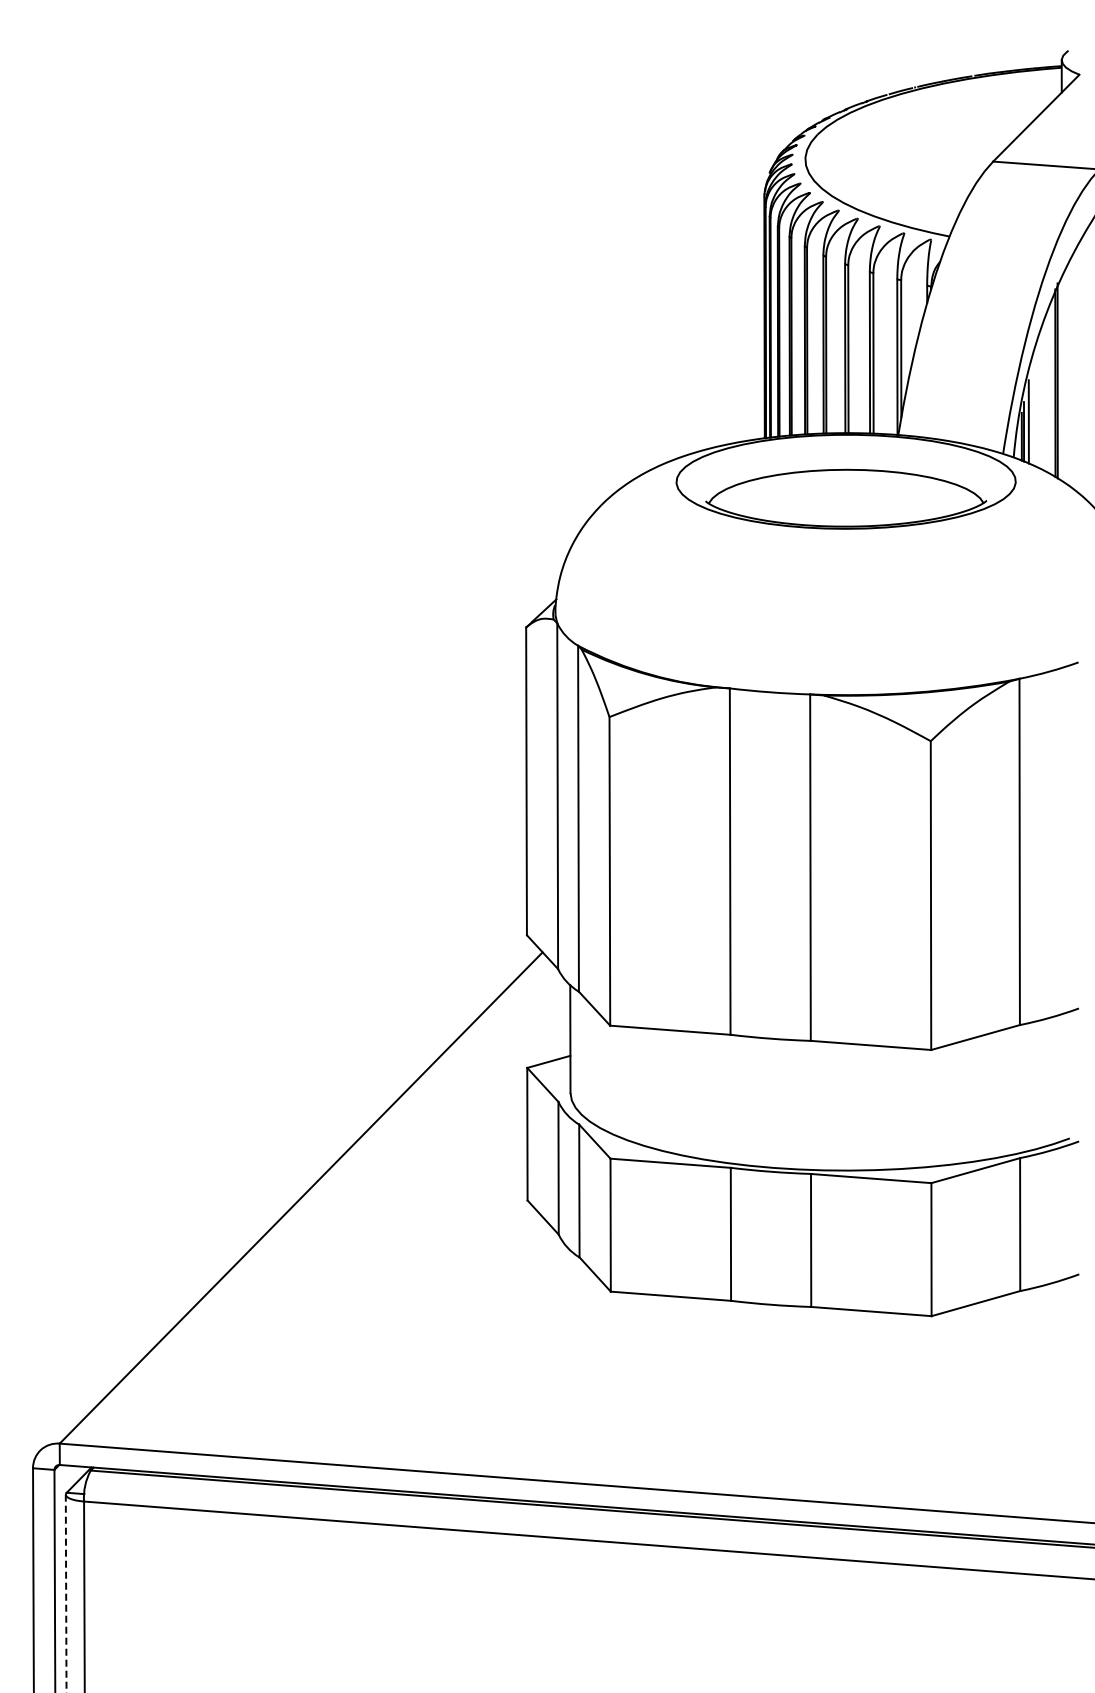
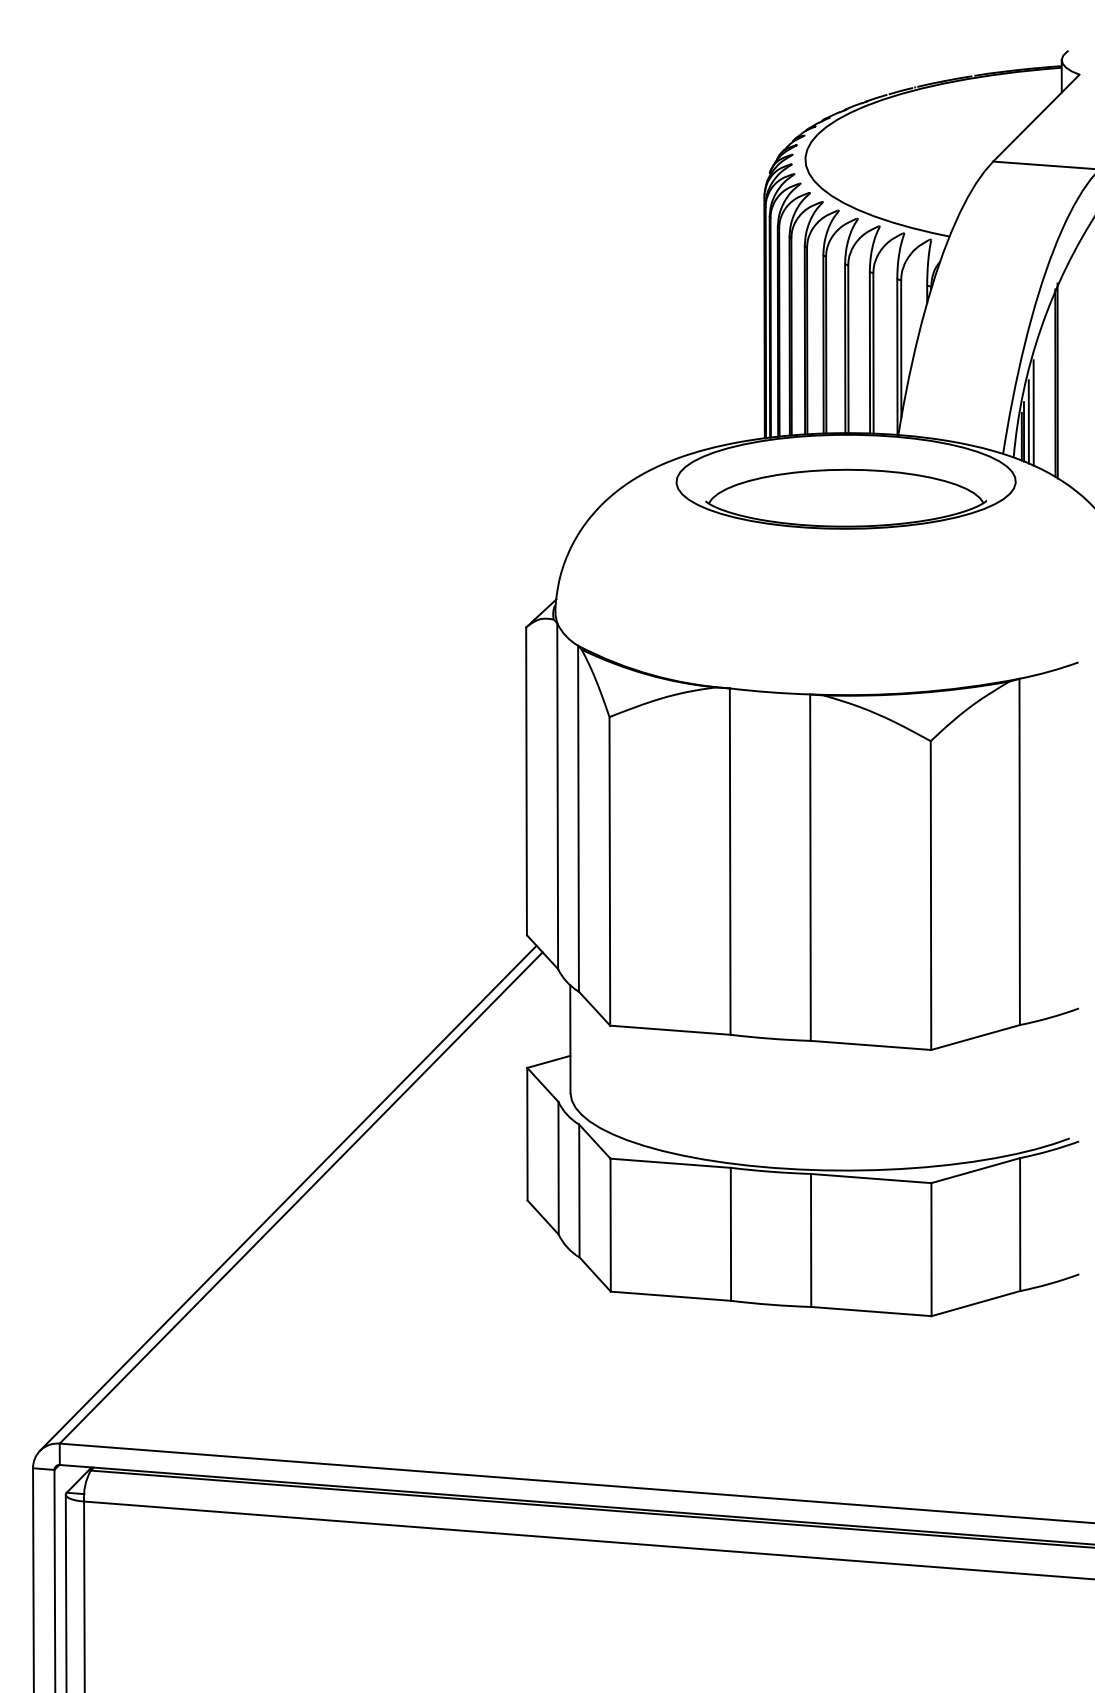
line at (1033, 412): none -> present
line at (288, 1197): none -> present
line at (66, 1593): dashed -> solid
